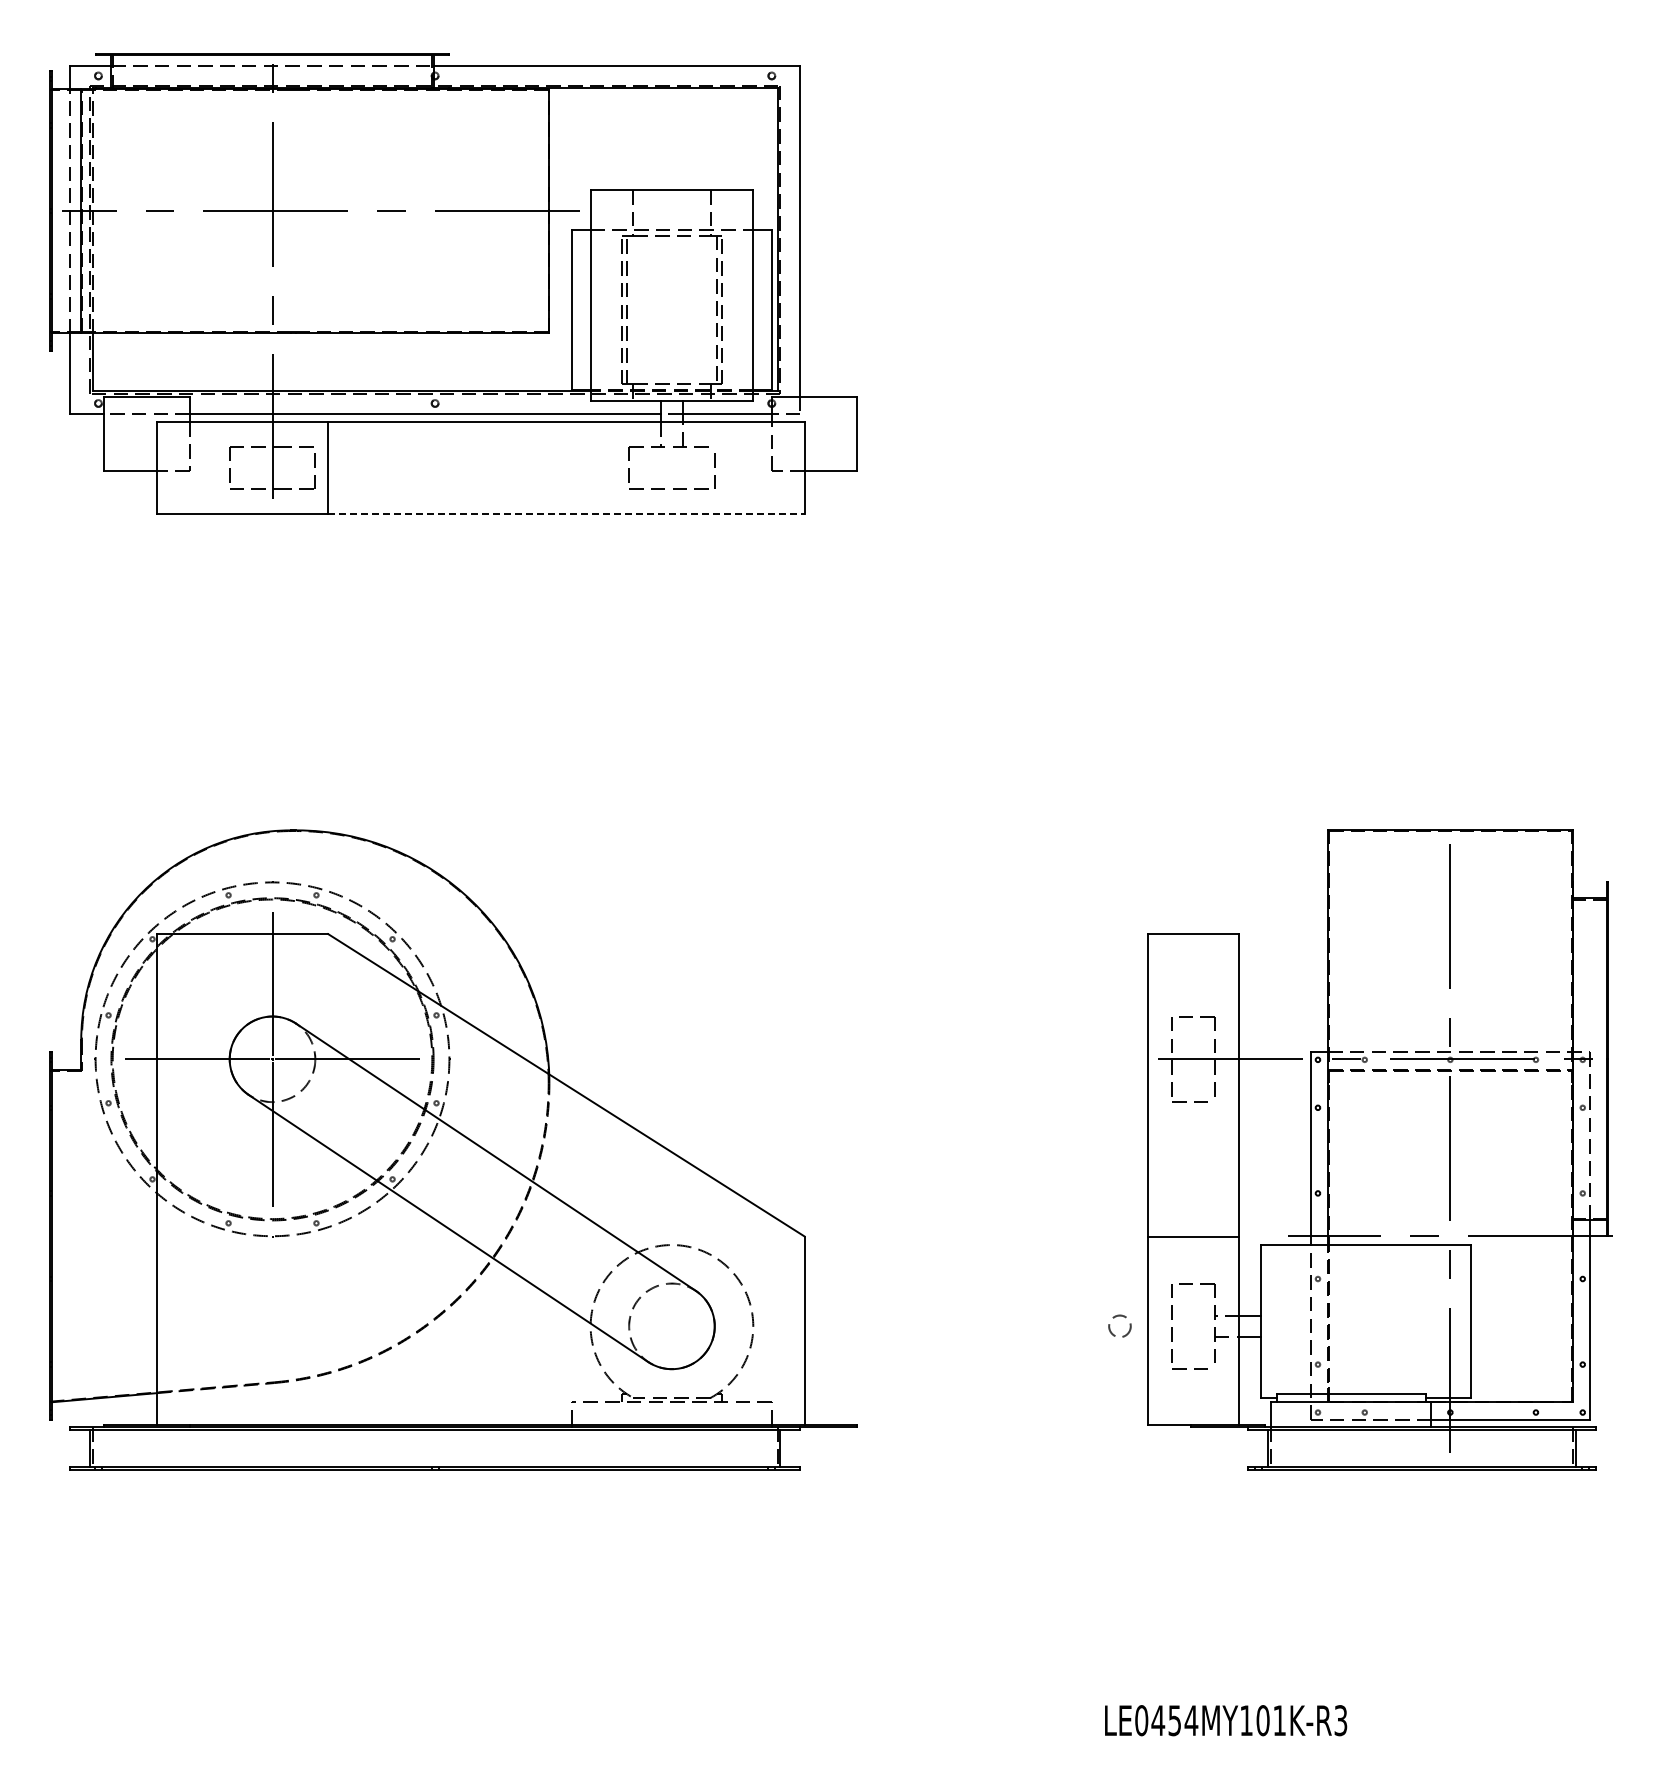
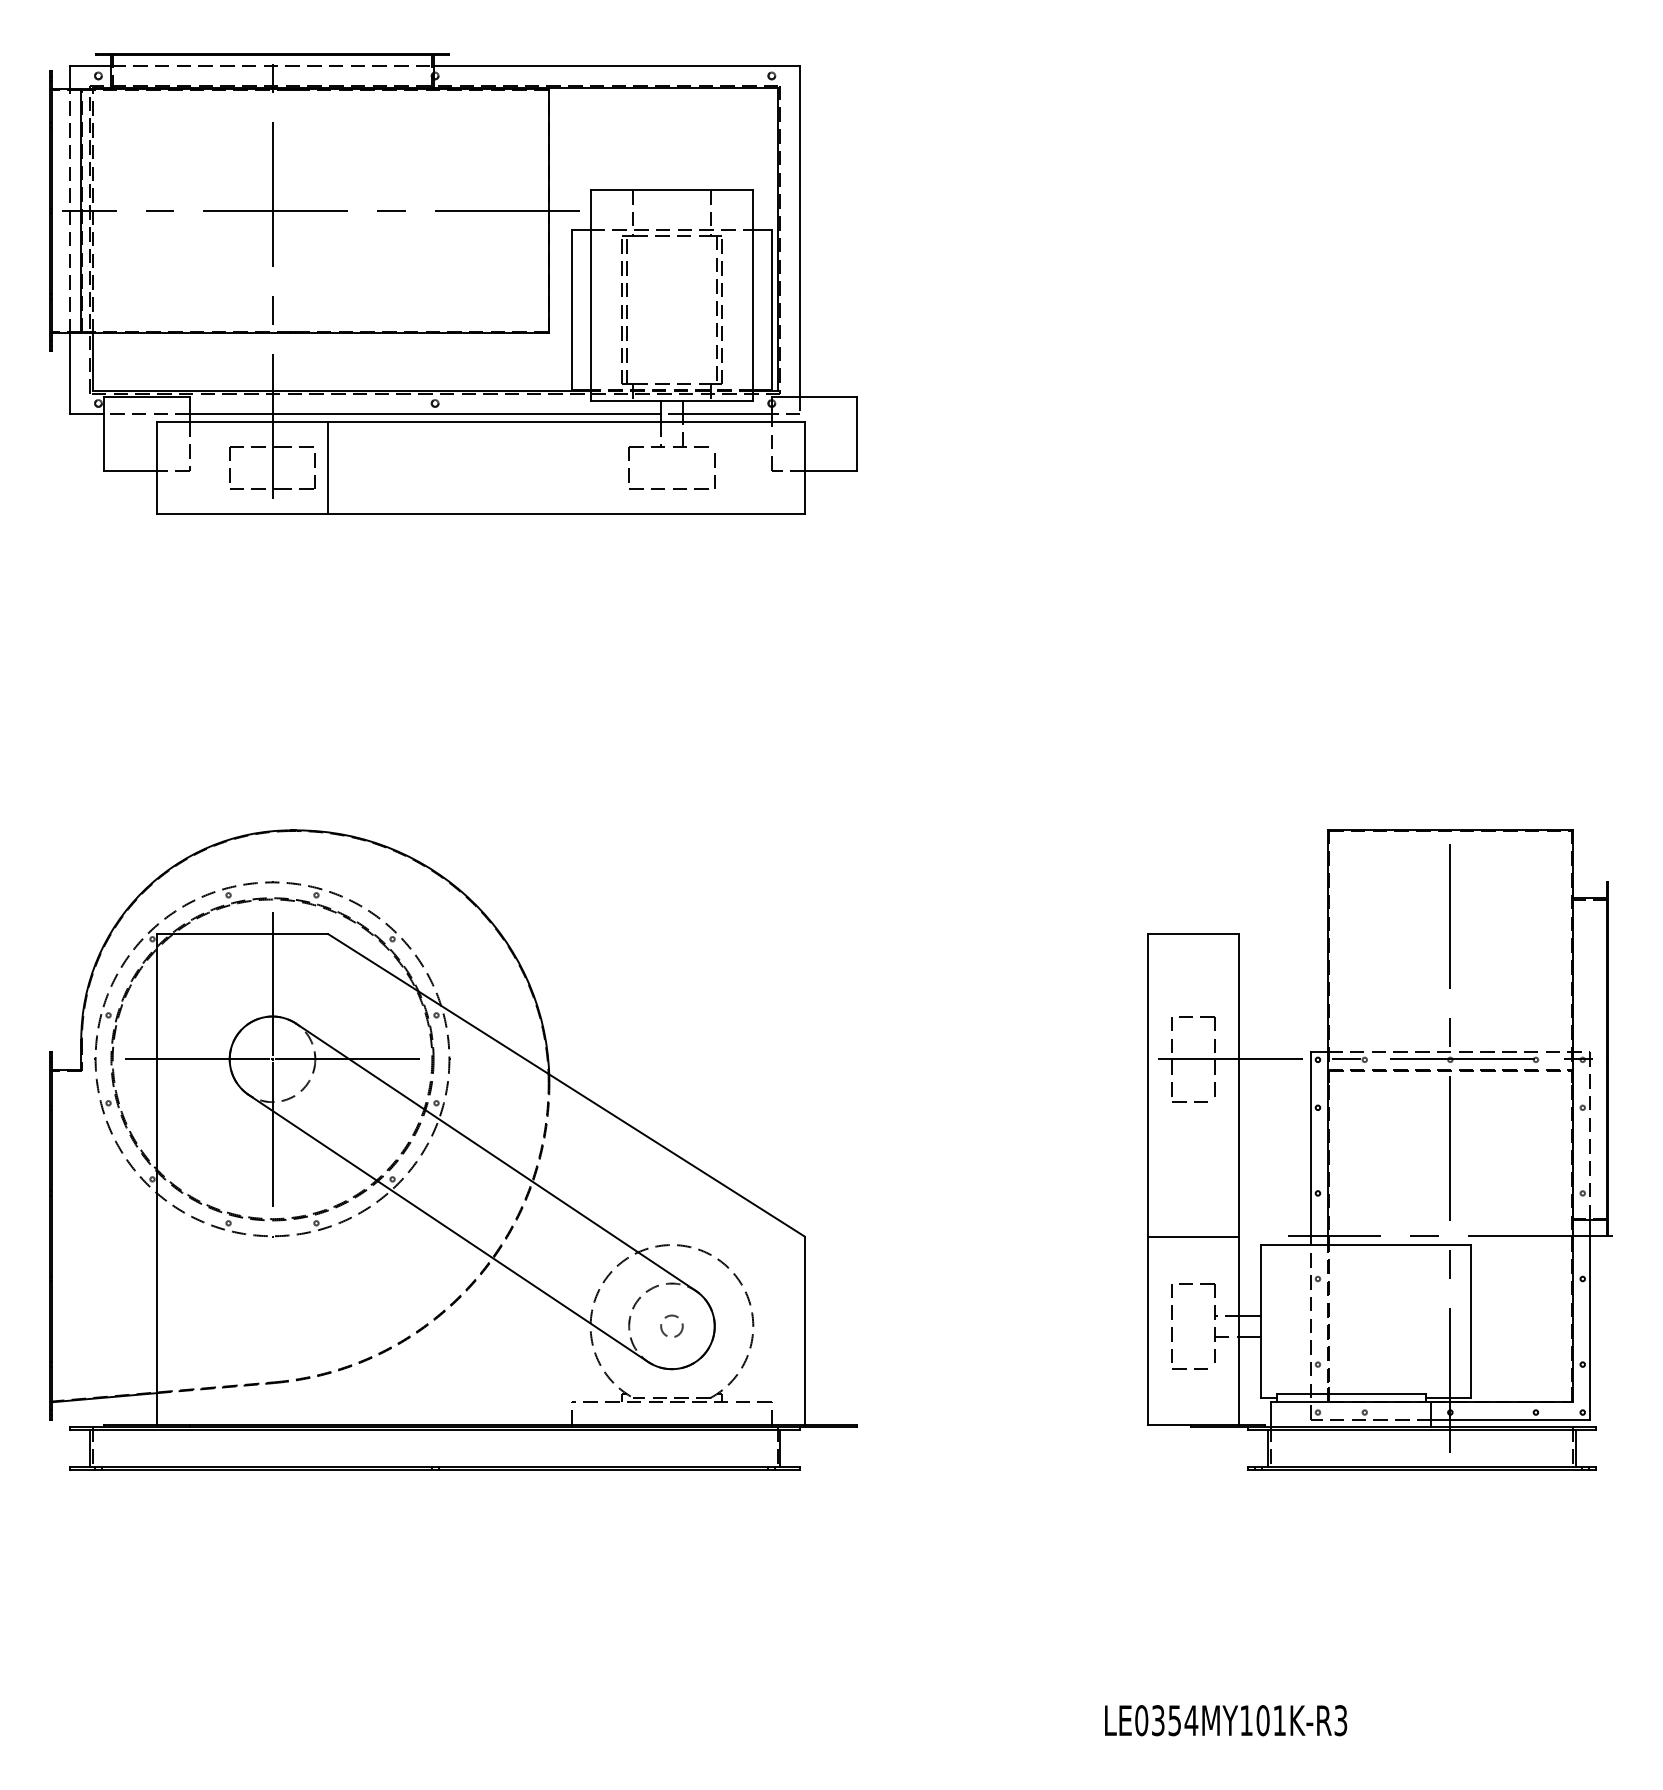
line at (566, 513): dashed -> solid
circle at (1119, 1325) position: (1119, 1325) -> (671, 1325)
text at (1158, 1720): LE0454MY101K-R3 -> LE0354MY101K-R3
